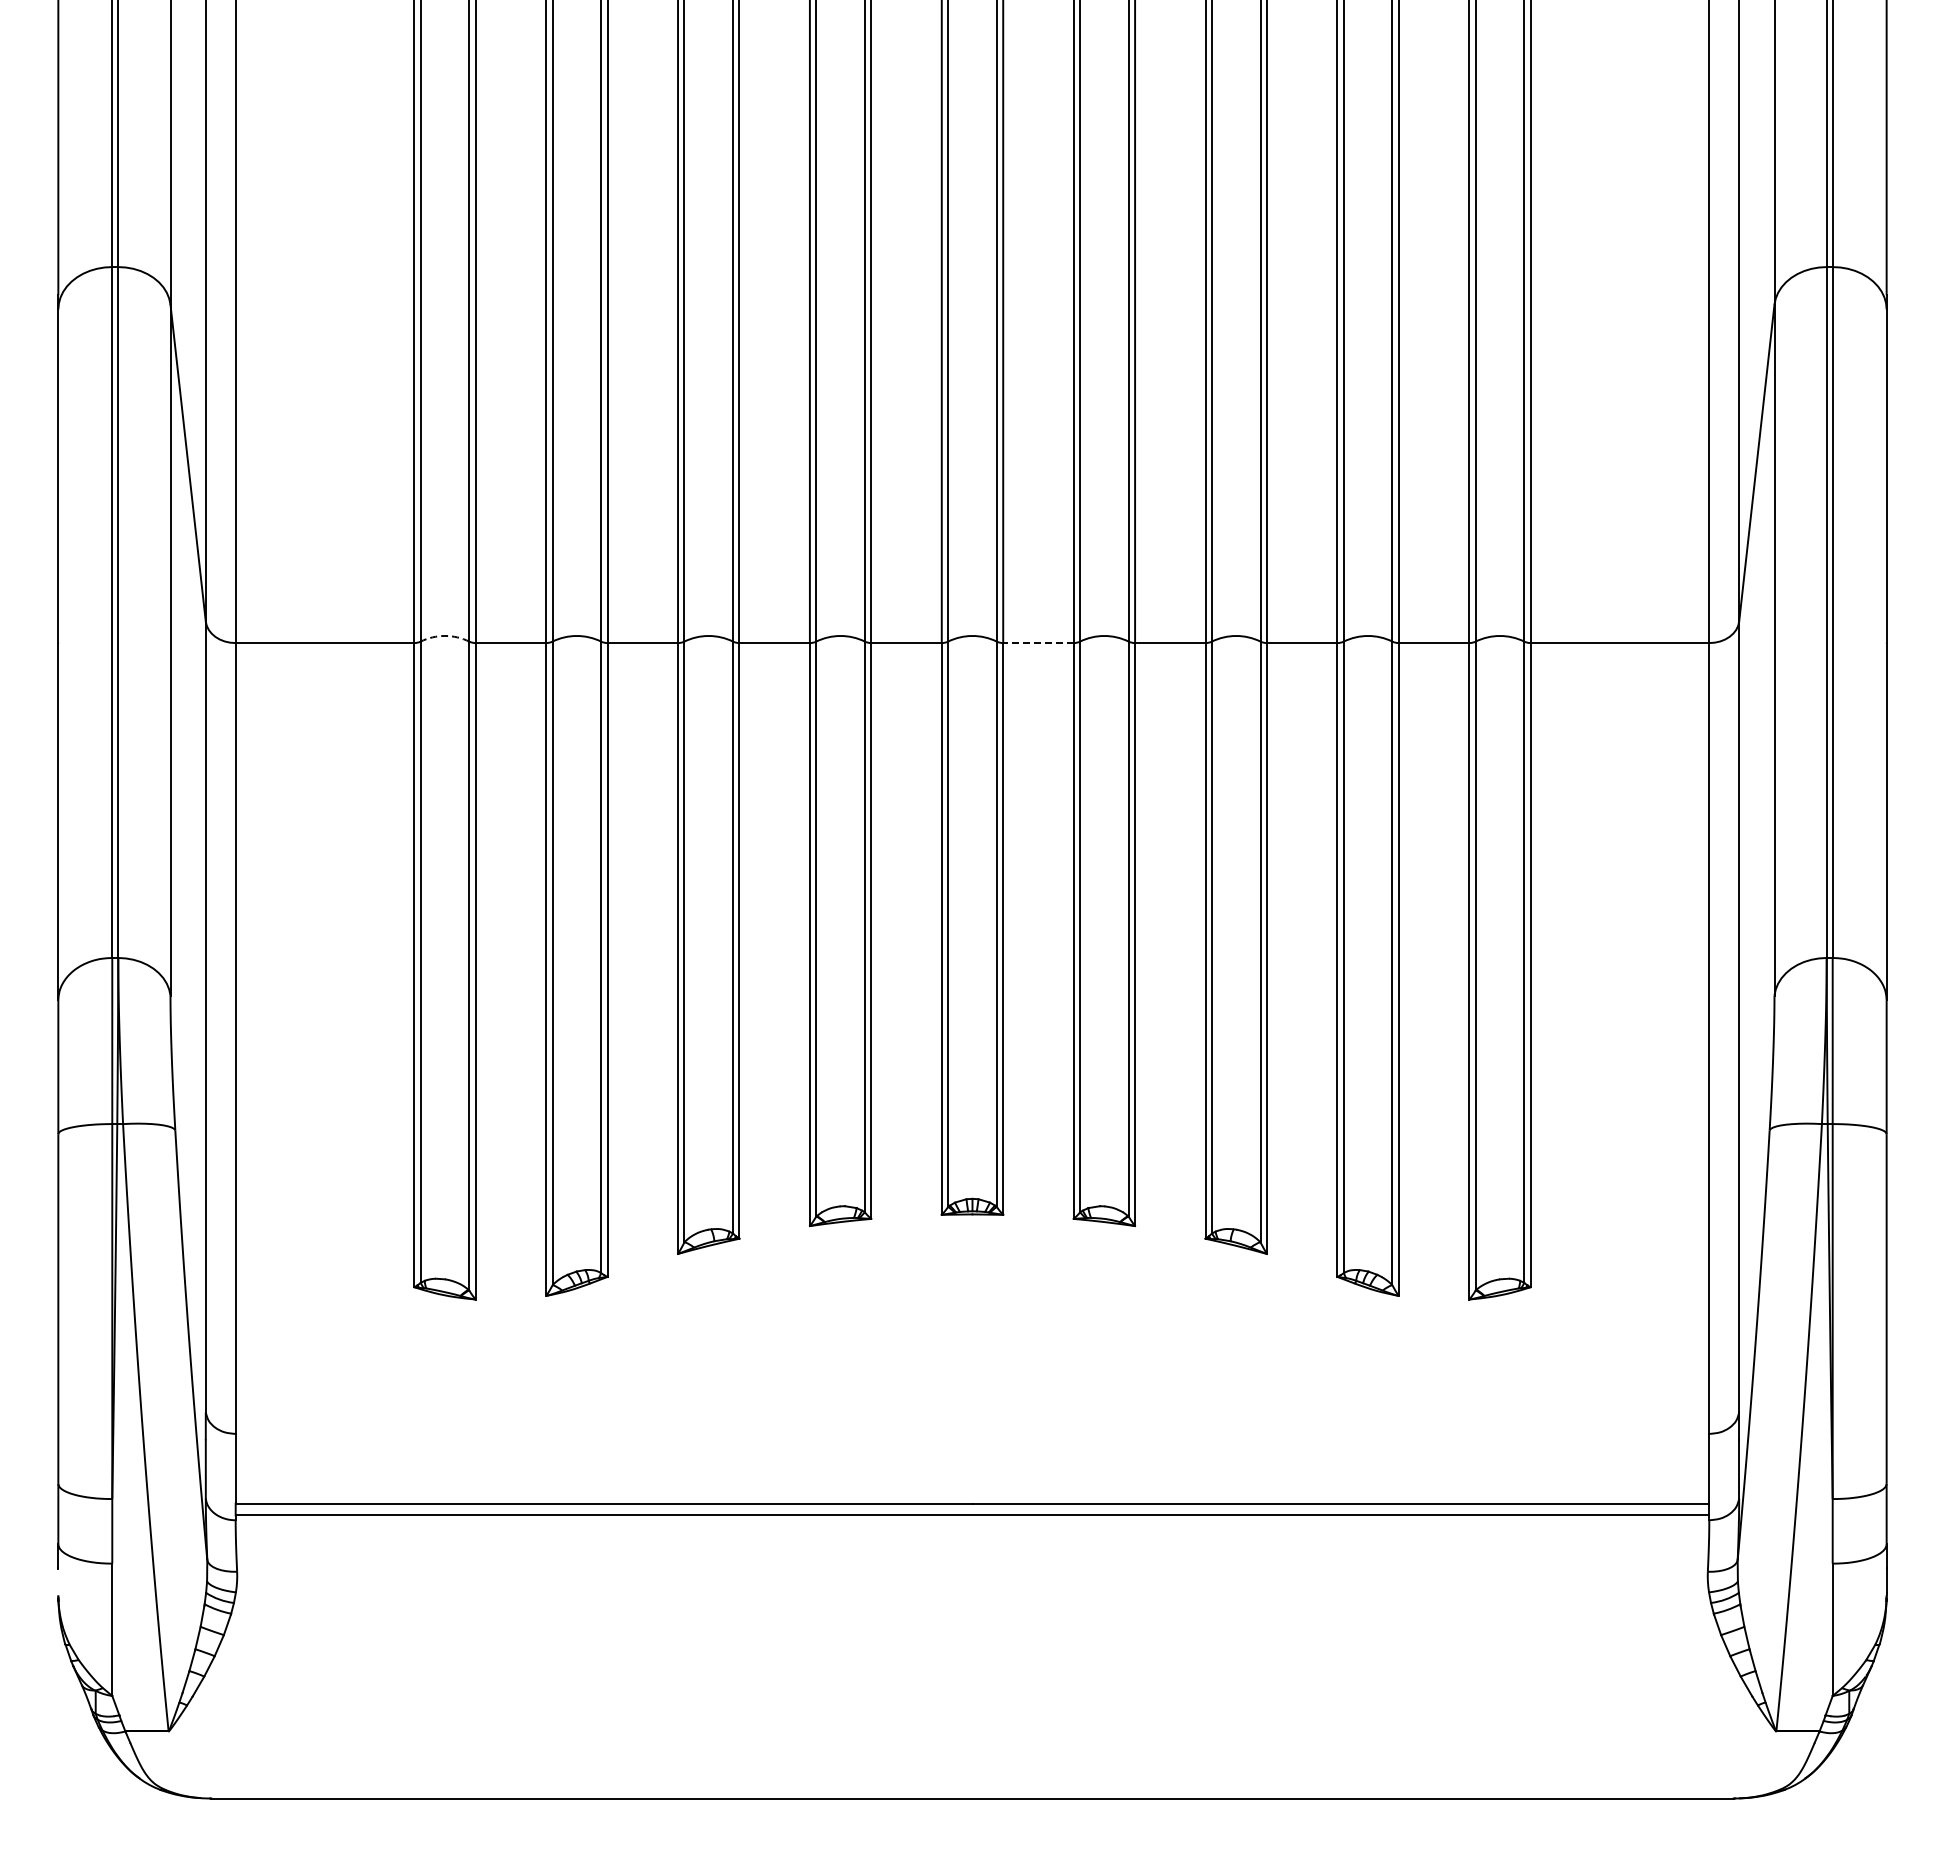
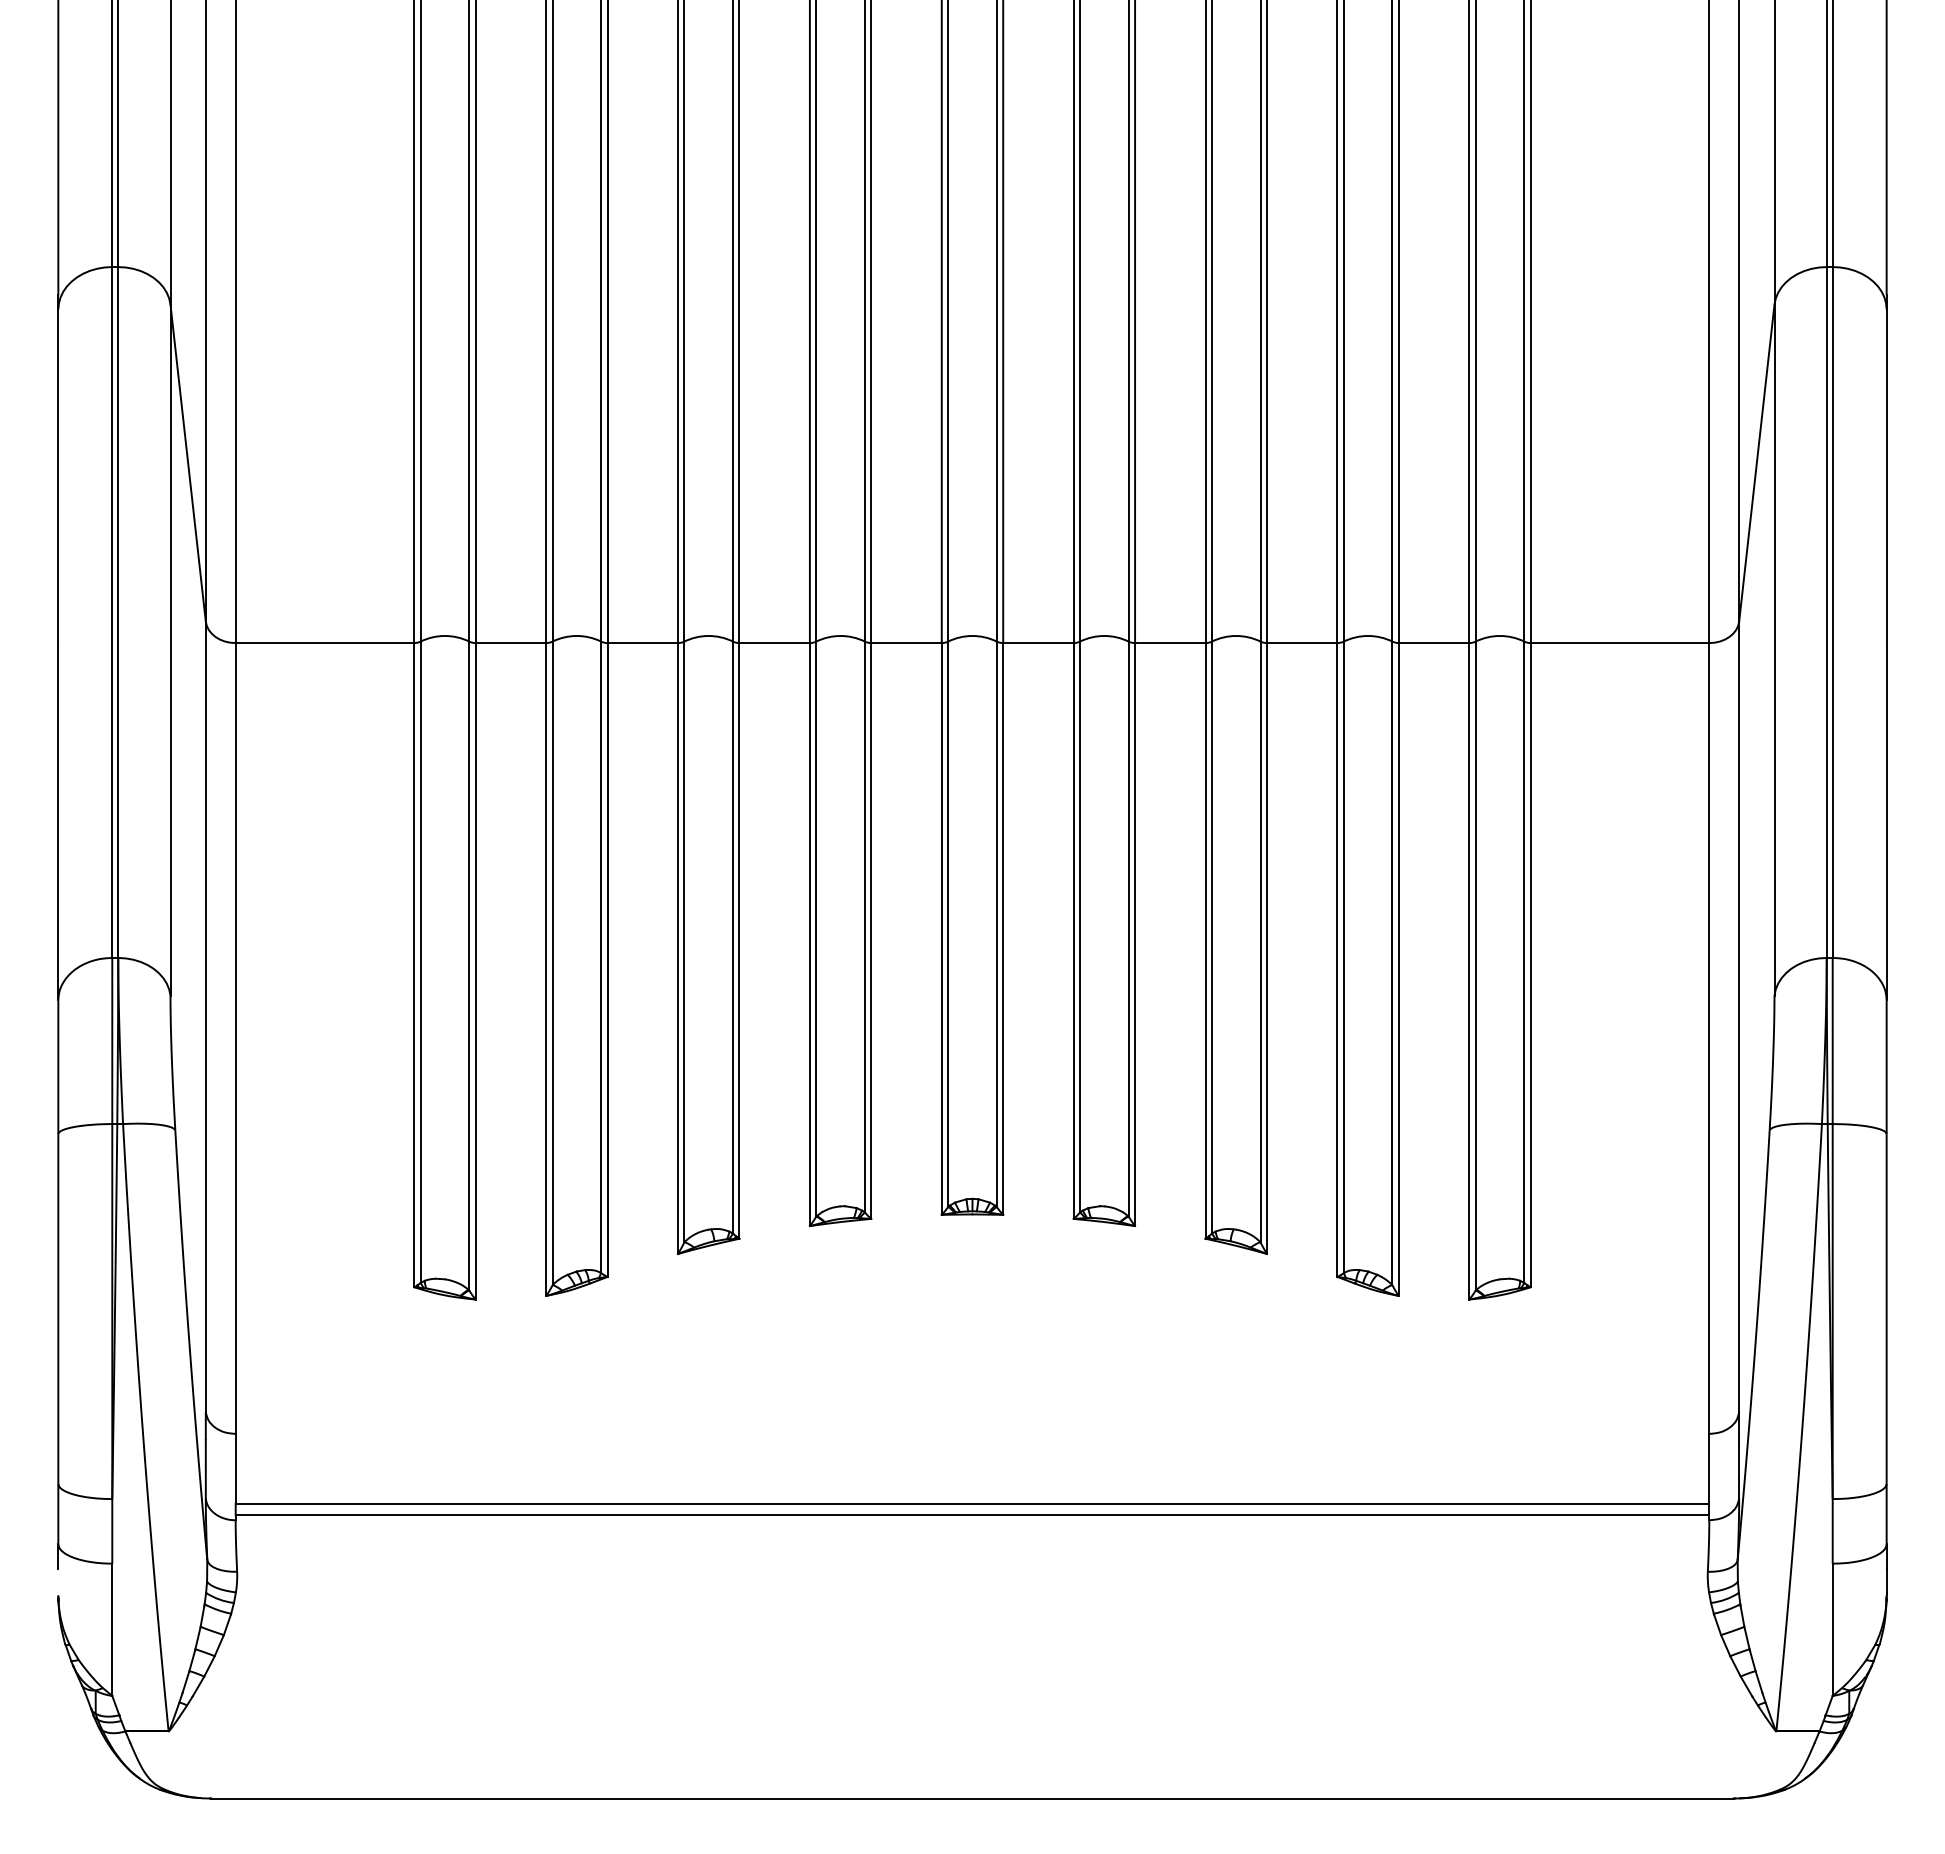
arc at (444, 635): dashed -> solid
line at (1037, 643): dashed -> solid
